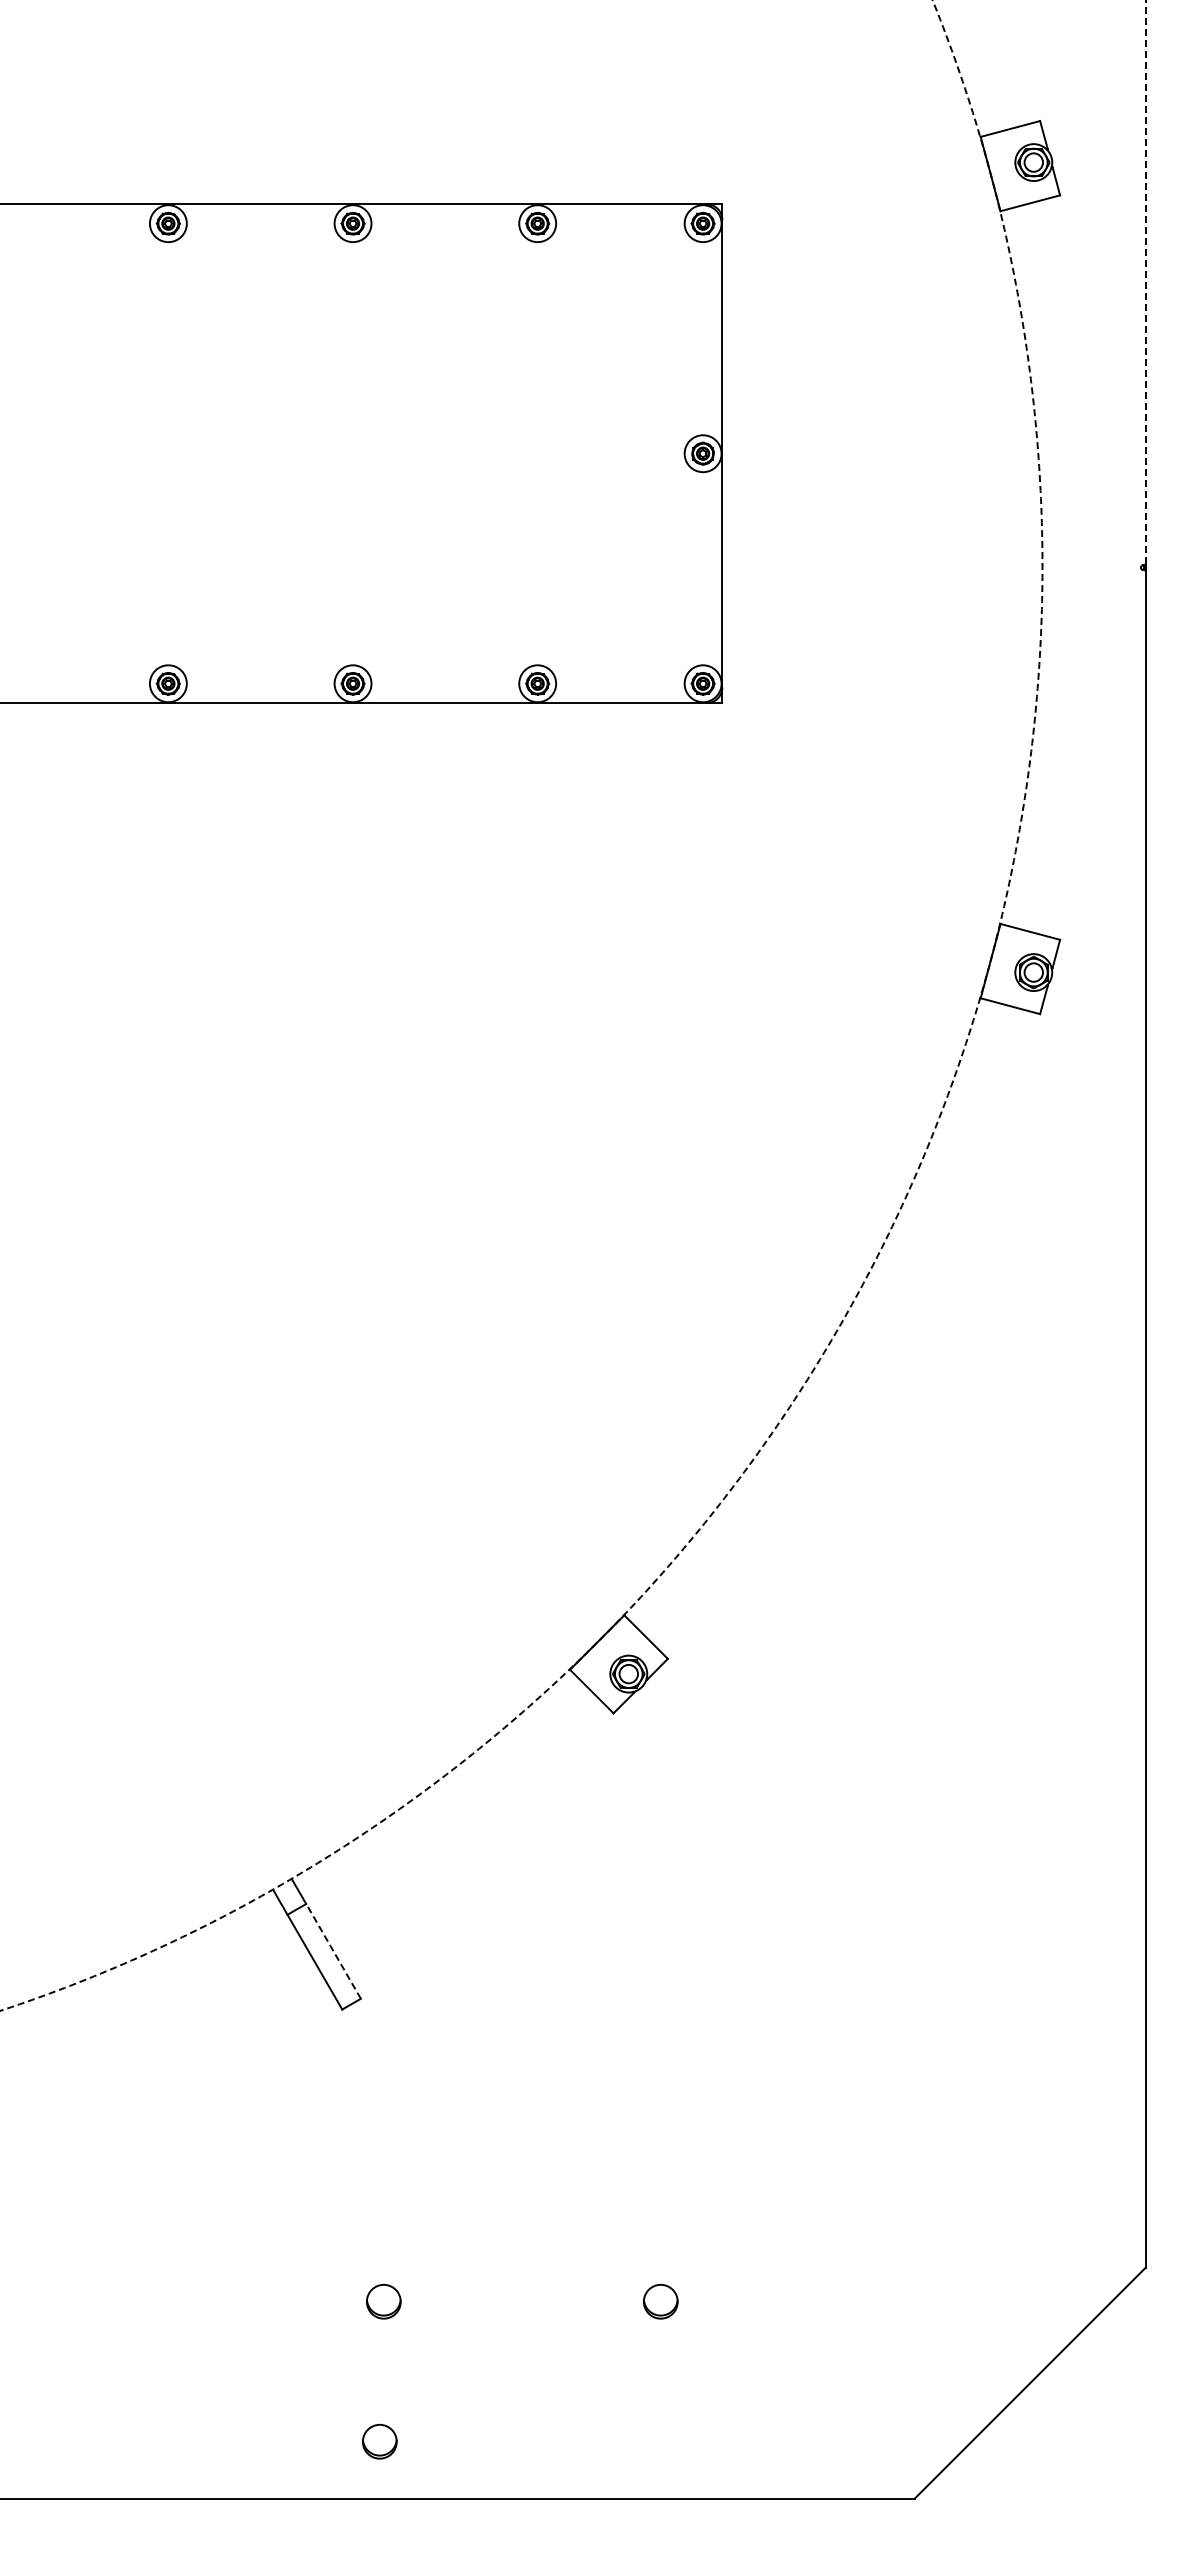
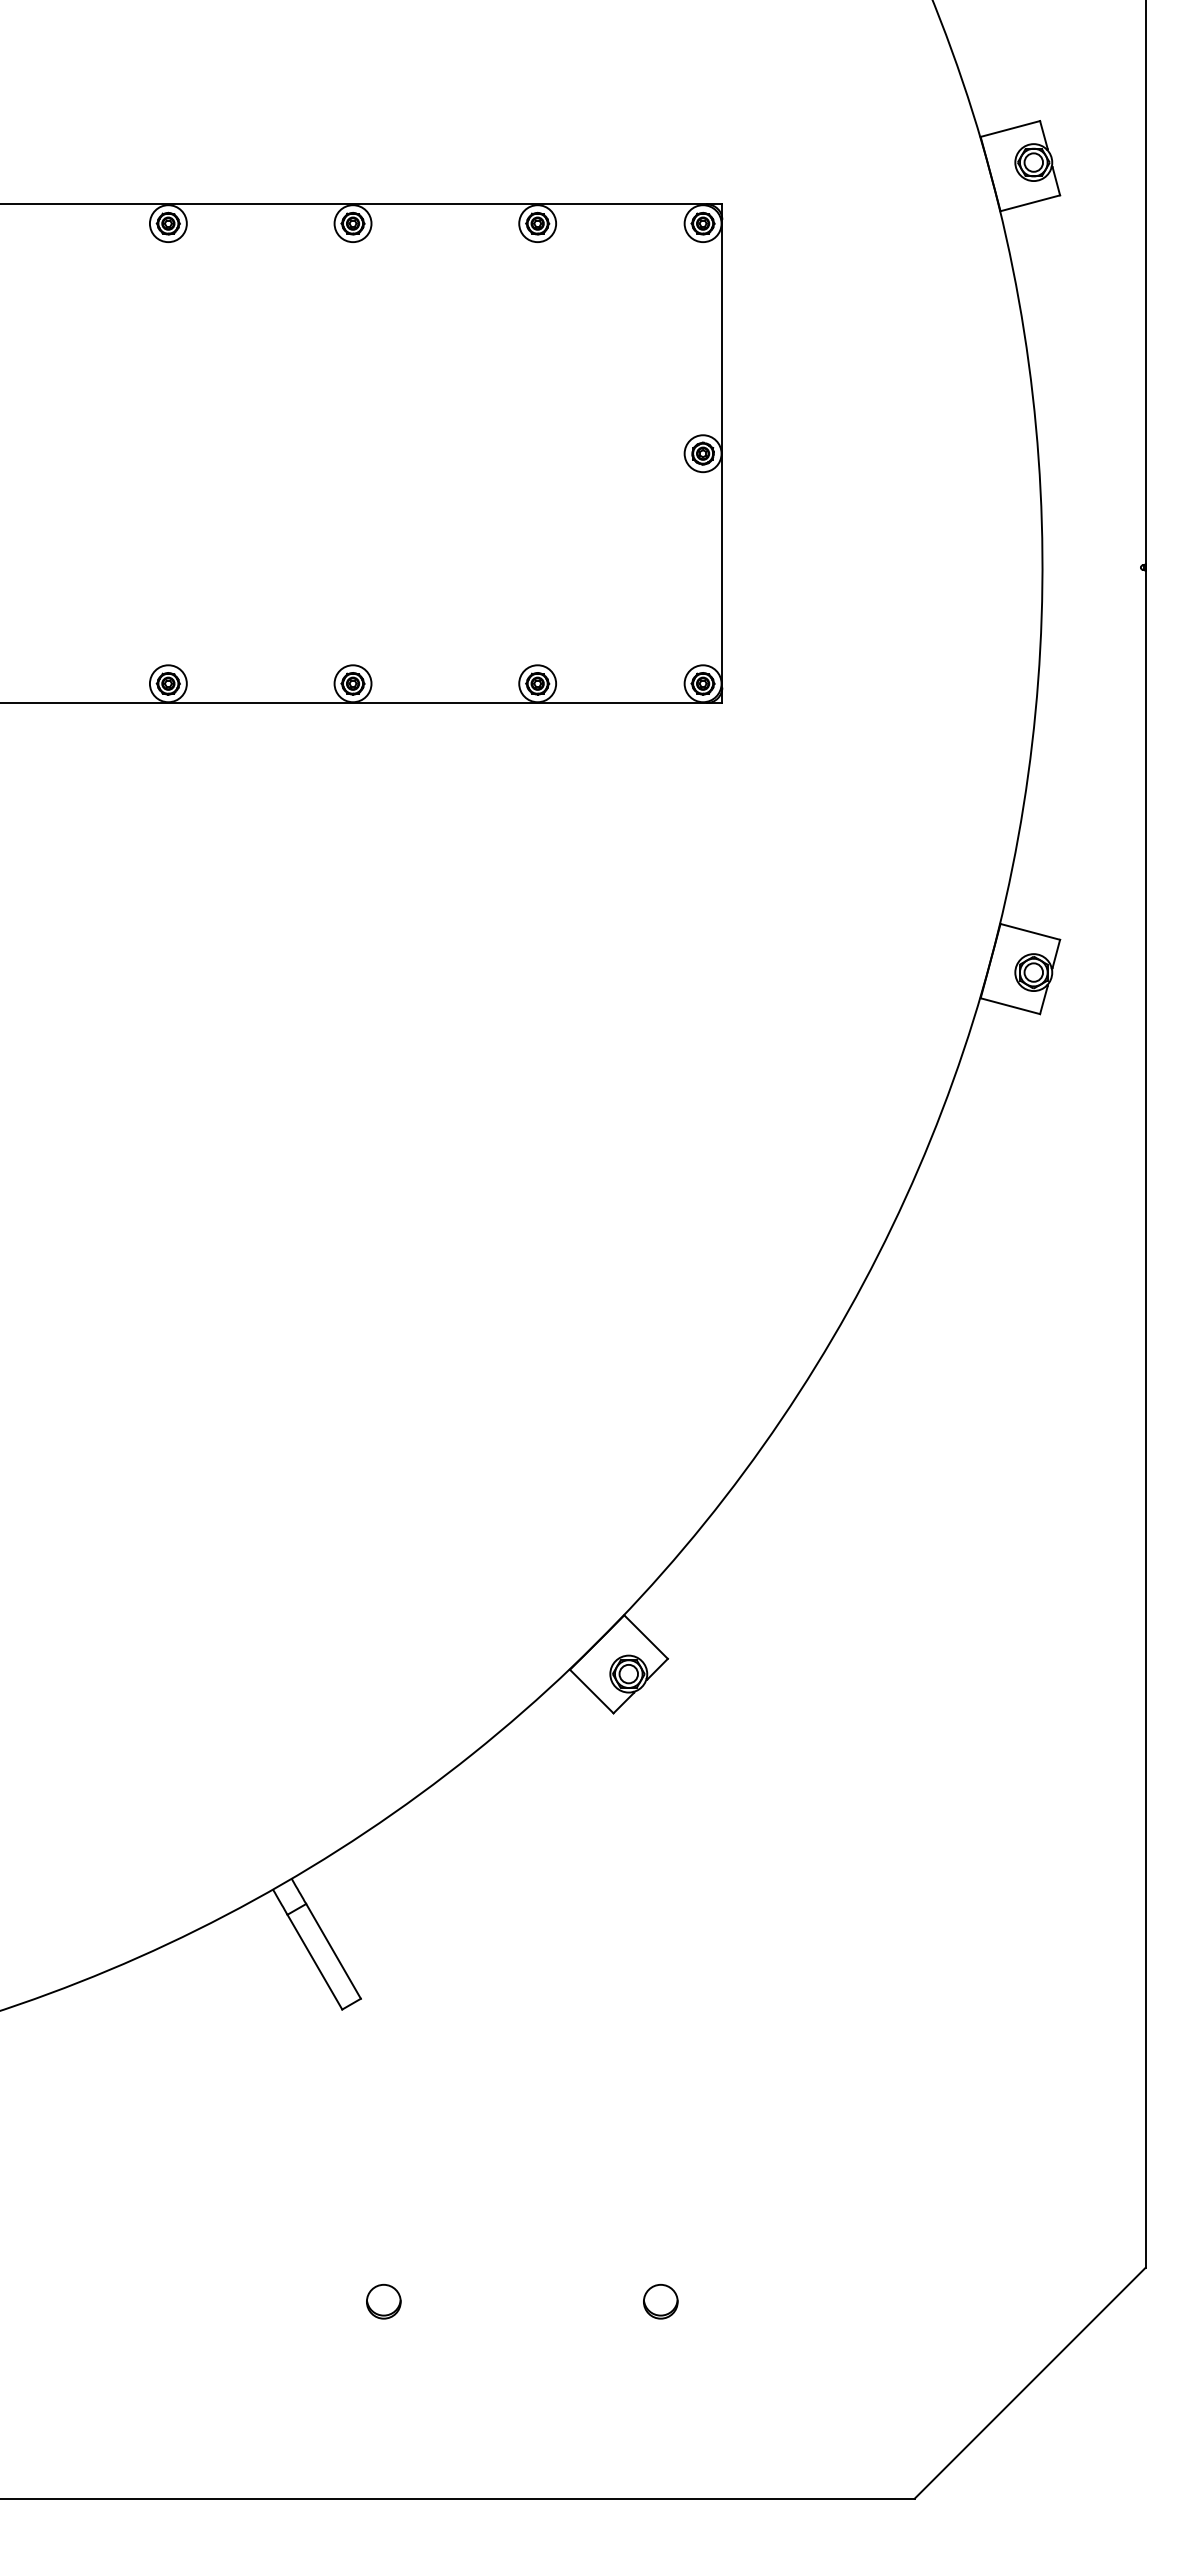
line at (1145, 281): dashed -> solid
arc at (901, 1207): dashed -> solid
line at (333, 1951): dashed -> solid
part at (379, 2441): present -> none
